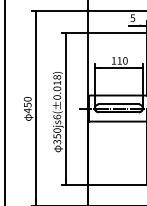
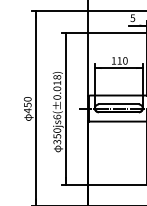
line at (5, 102): present -> none
